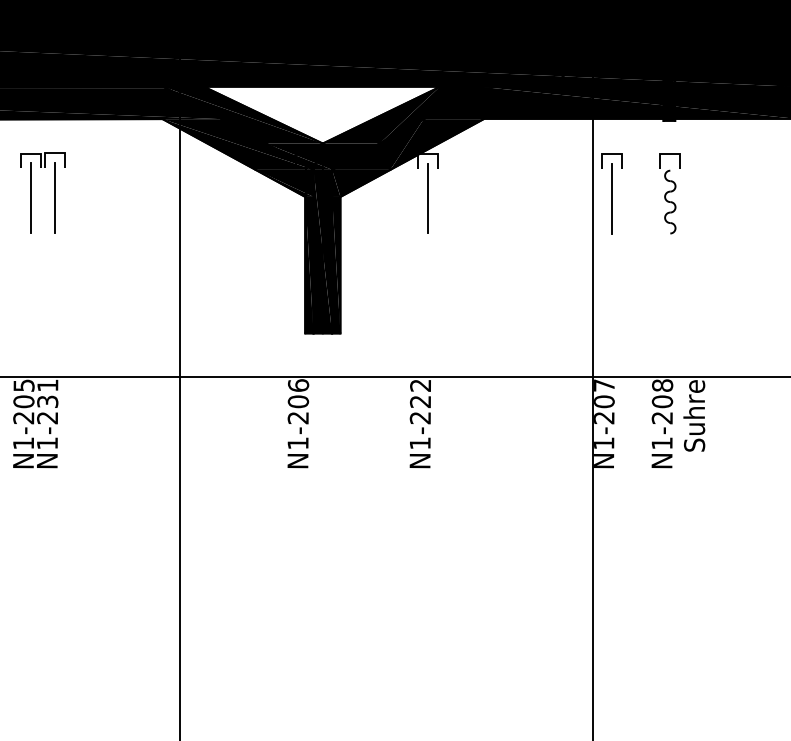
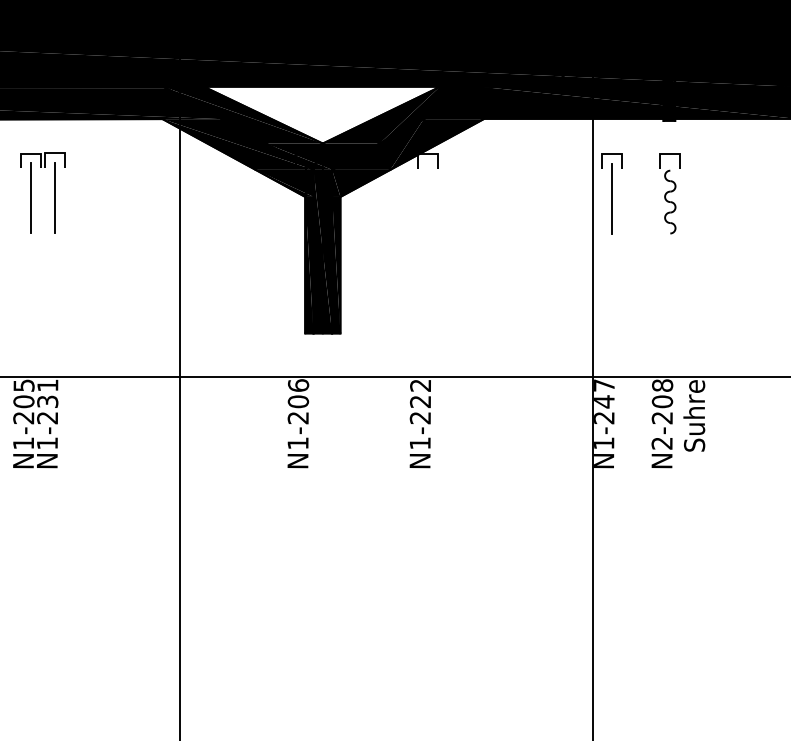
line at (428, 198): present -> none
text at (604, 401): N1-207 -> N1-247
text at (661, 443): N1-208 -> N2-208
